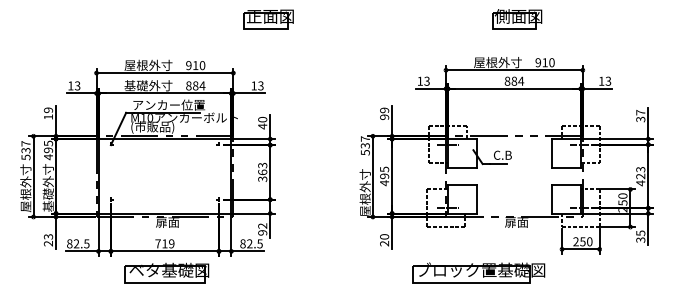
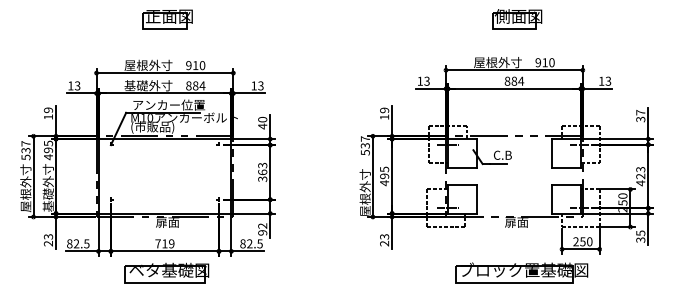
part at (268, 19) position: (268, 19) -> (167, 19)
text at (384, 116): 99 -> 19
text at (384, 236): 20 -> 23
part at (478, 272) position: (478, 272) -> (521, 272)
